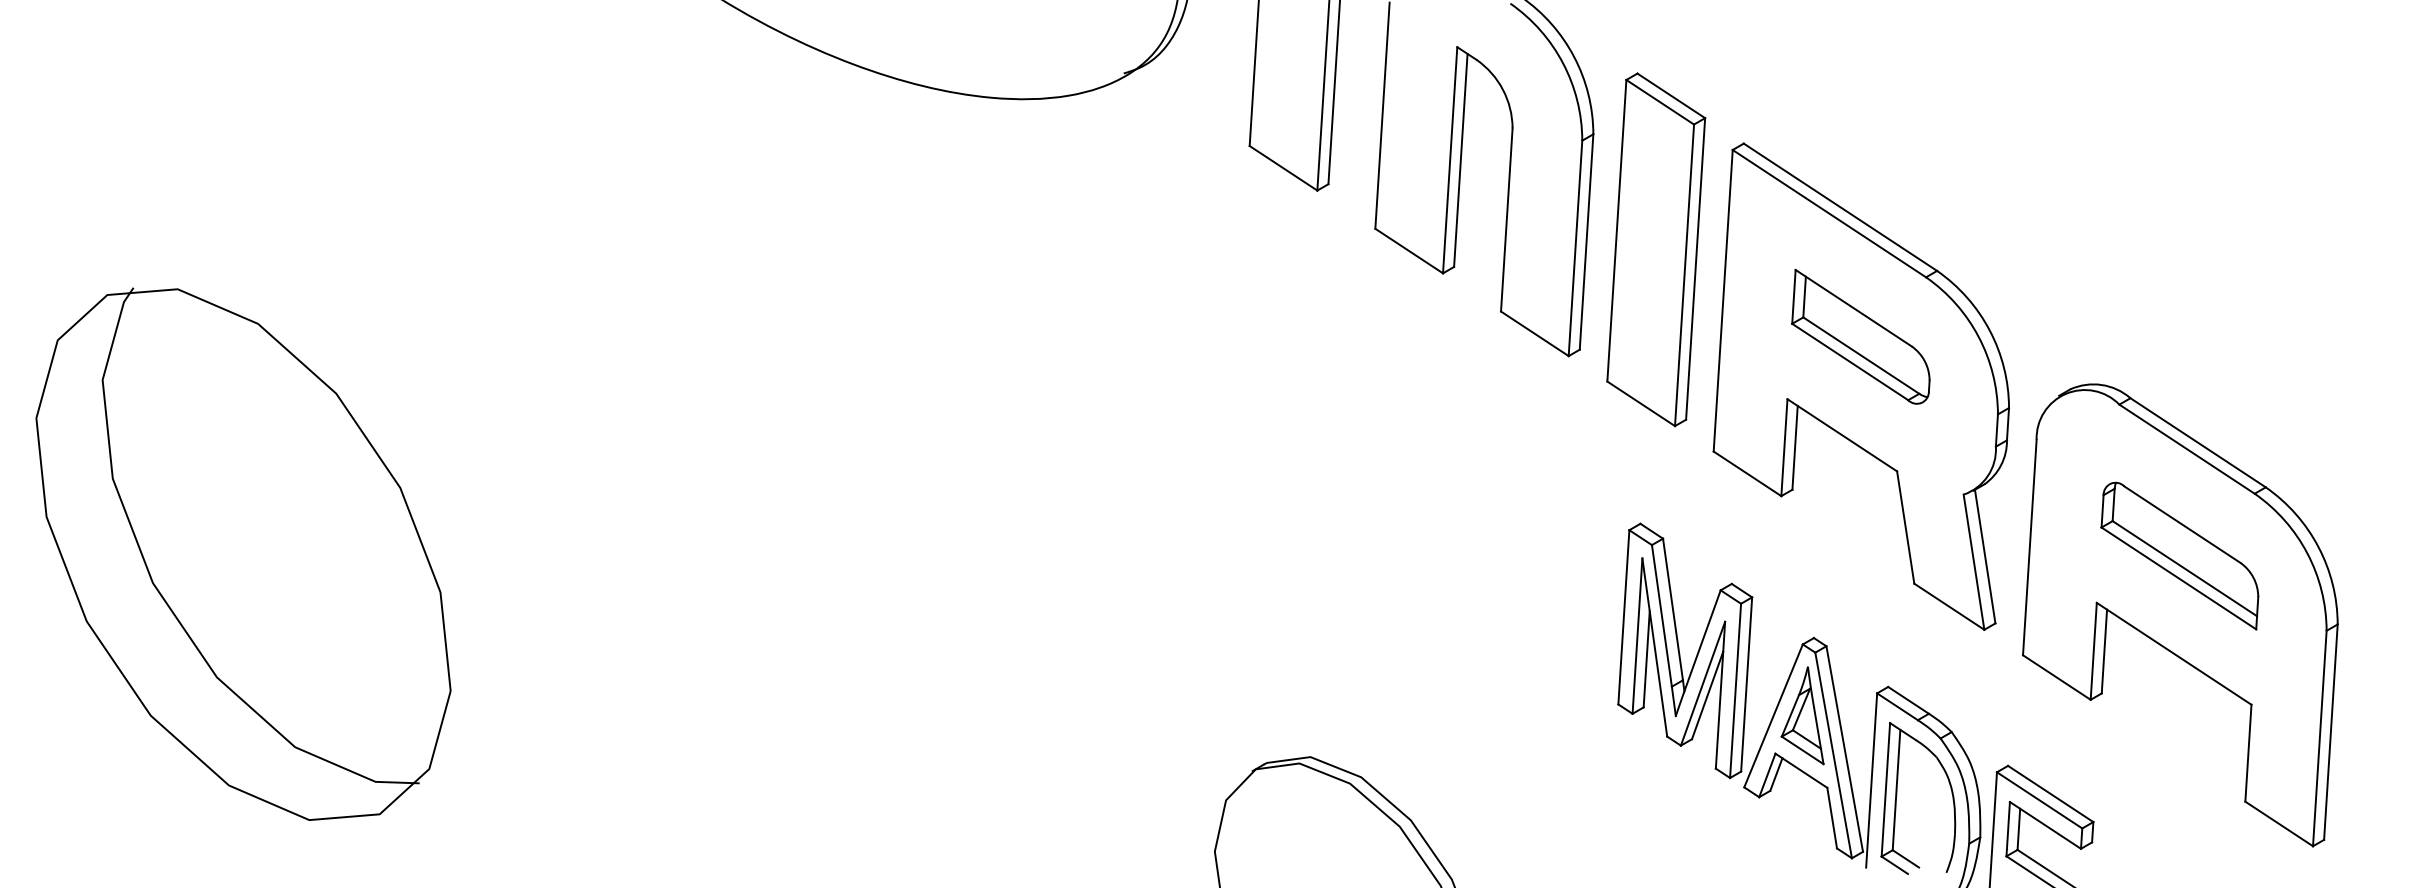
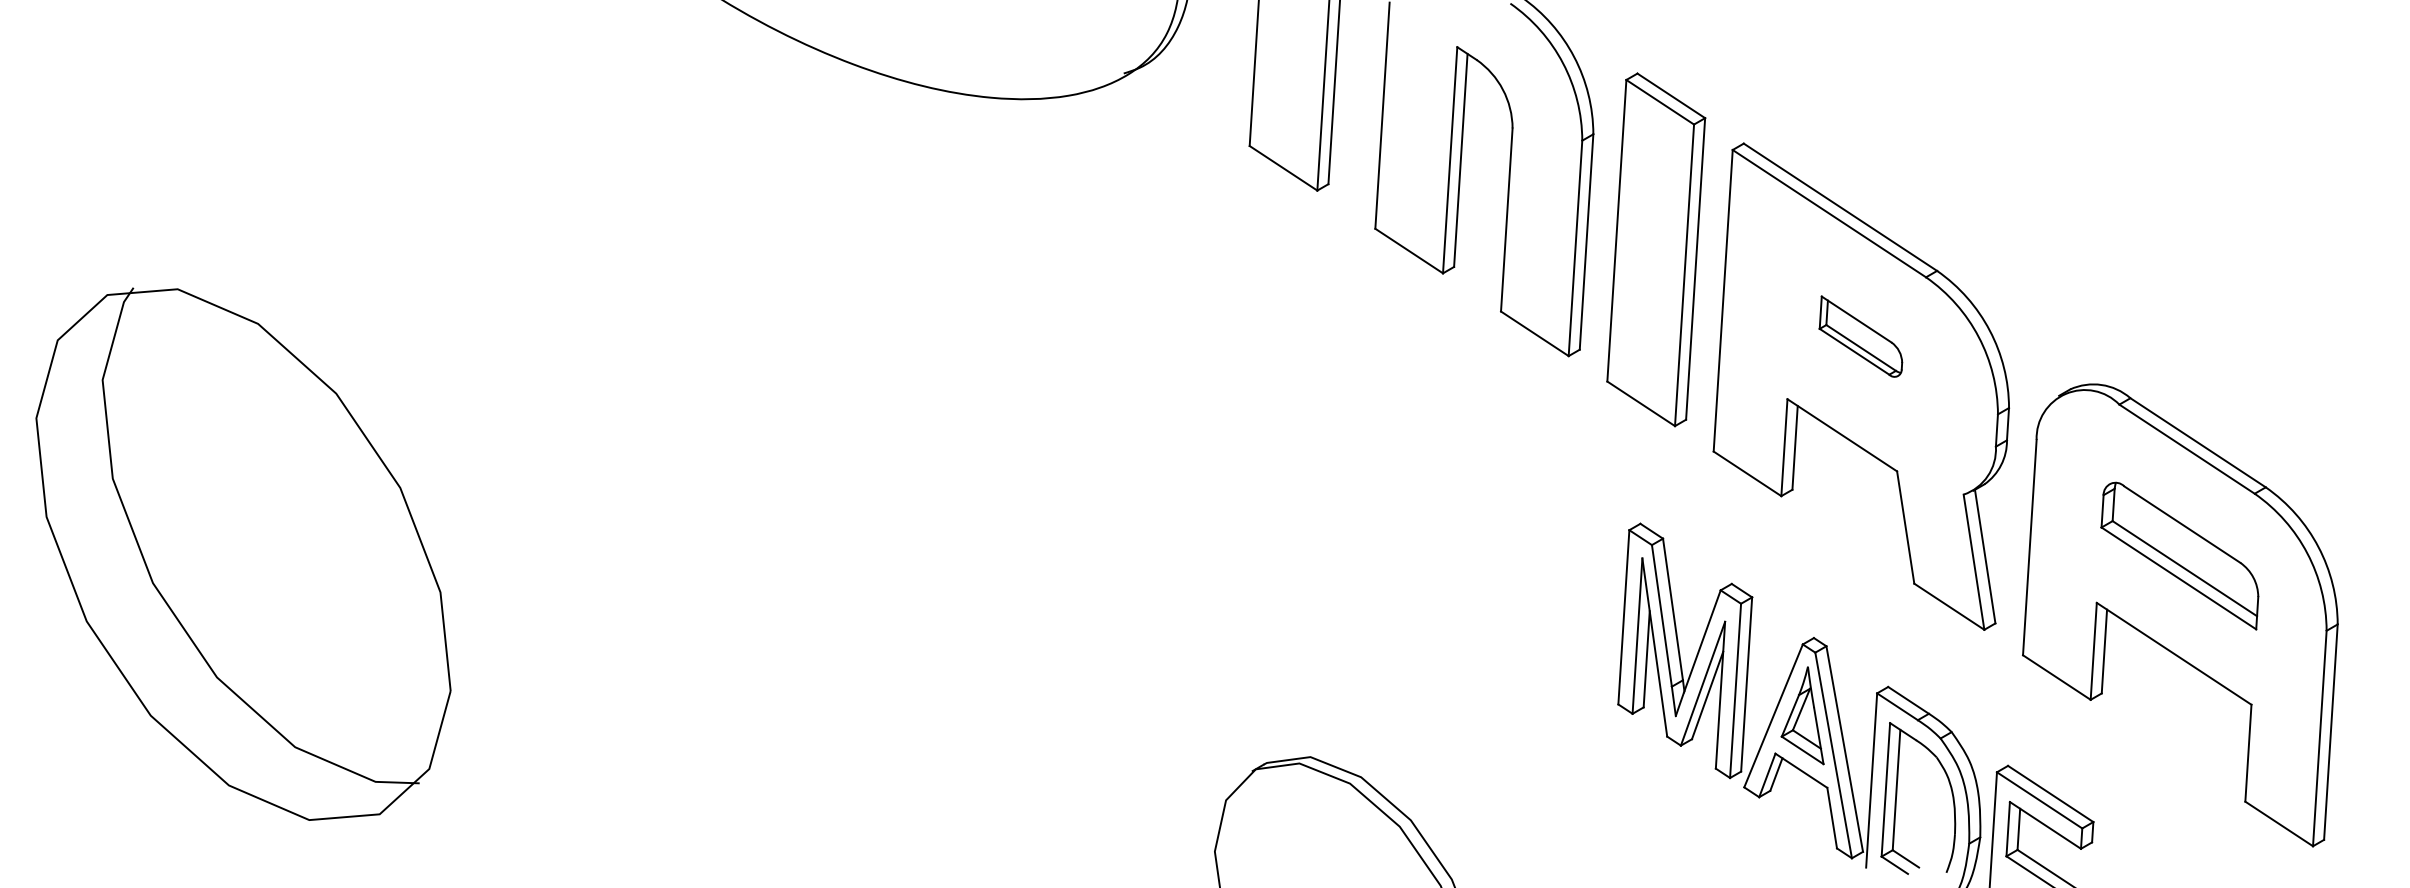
part at (1860, 336) size: 140x137 px -> 86x83 px
